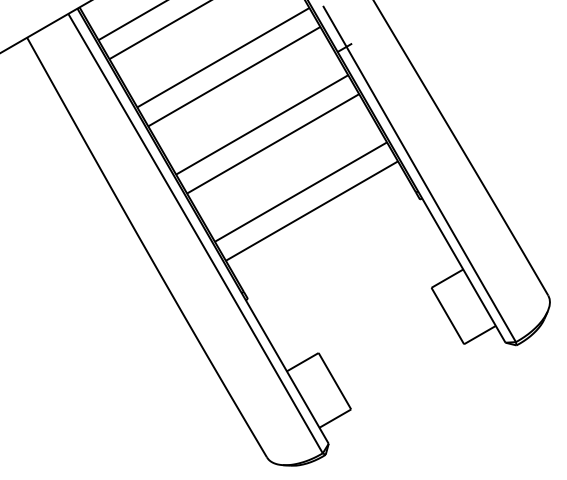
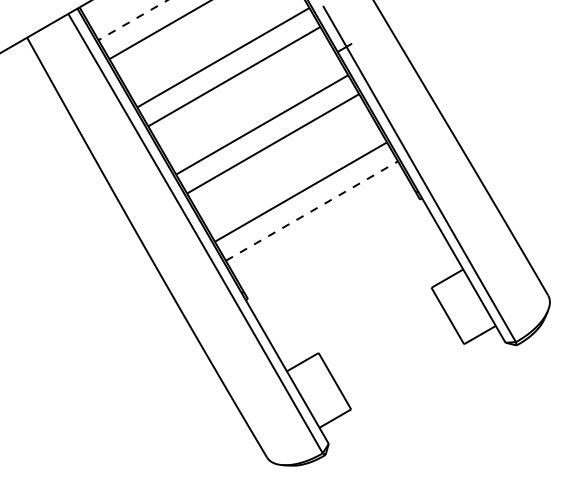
line at (133, 20): solid -> dashed
line at (312, 210): solid -> dashed
